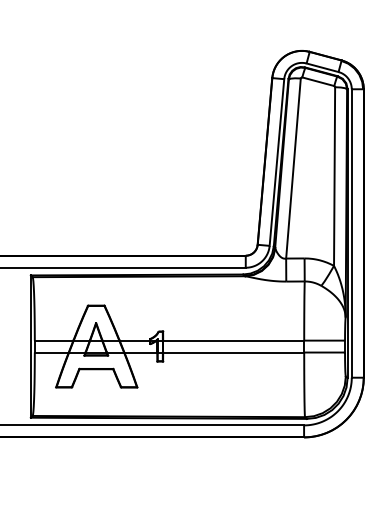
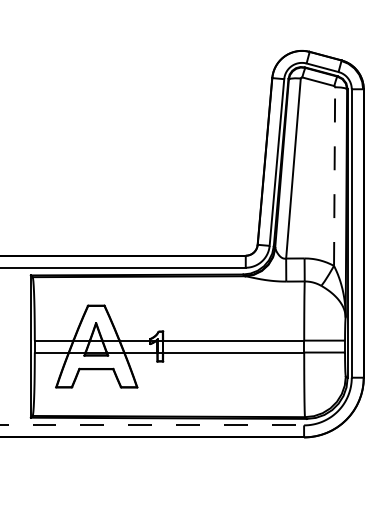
line at (334, 176): solid -> dashed
line at (152, 425): solid -> dashed
